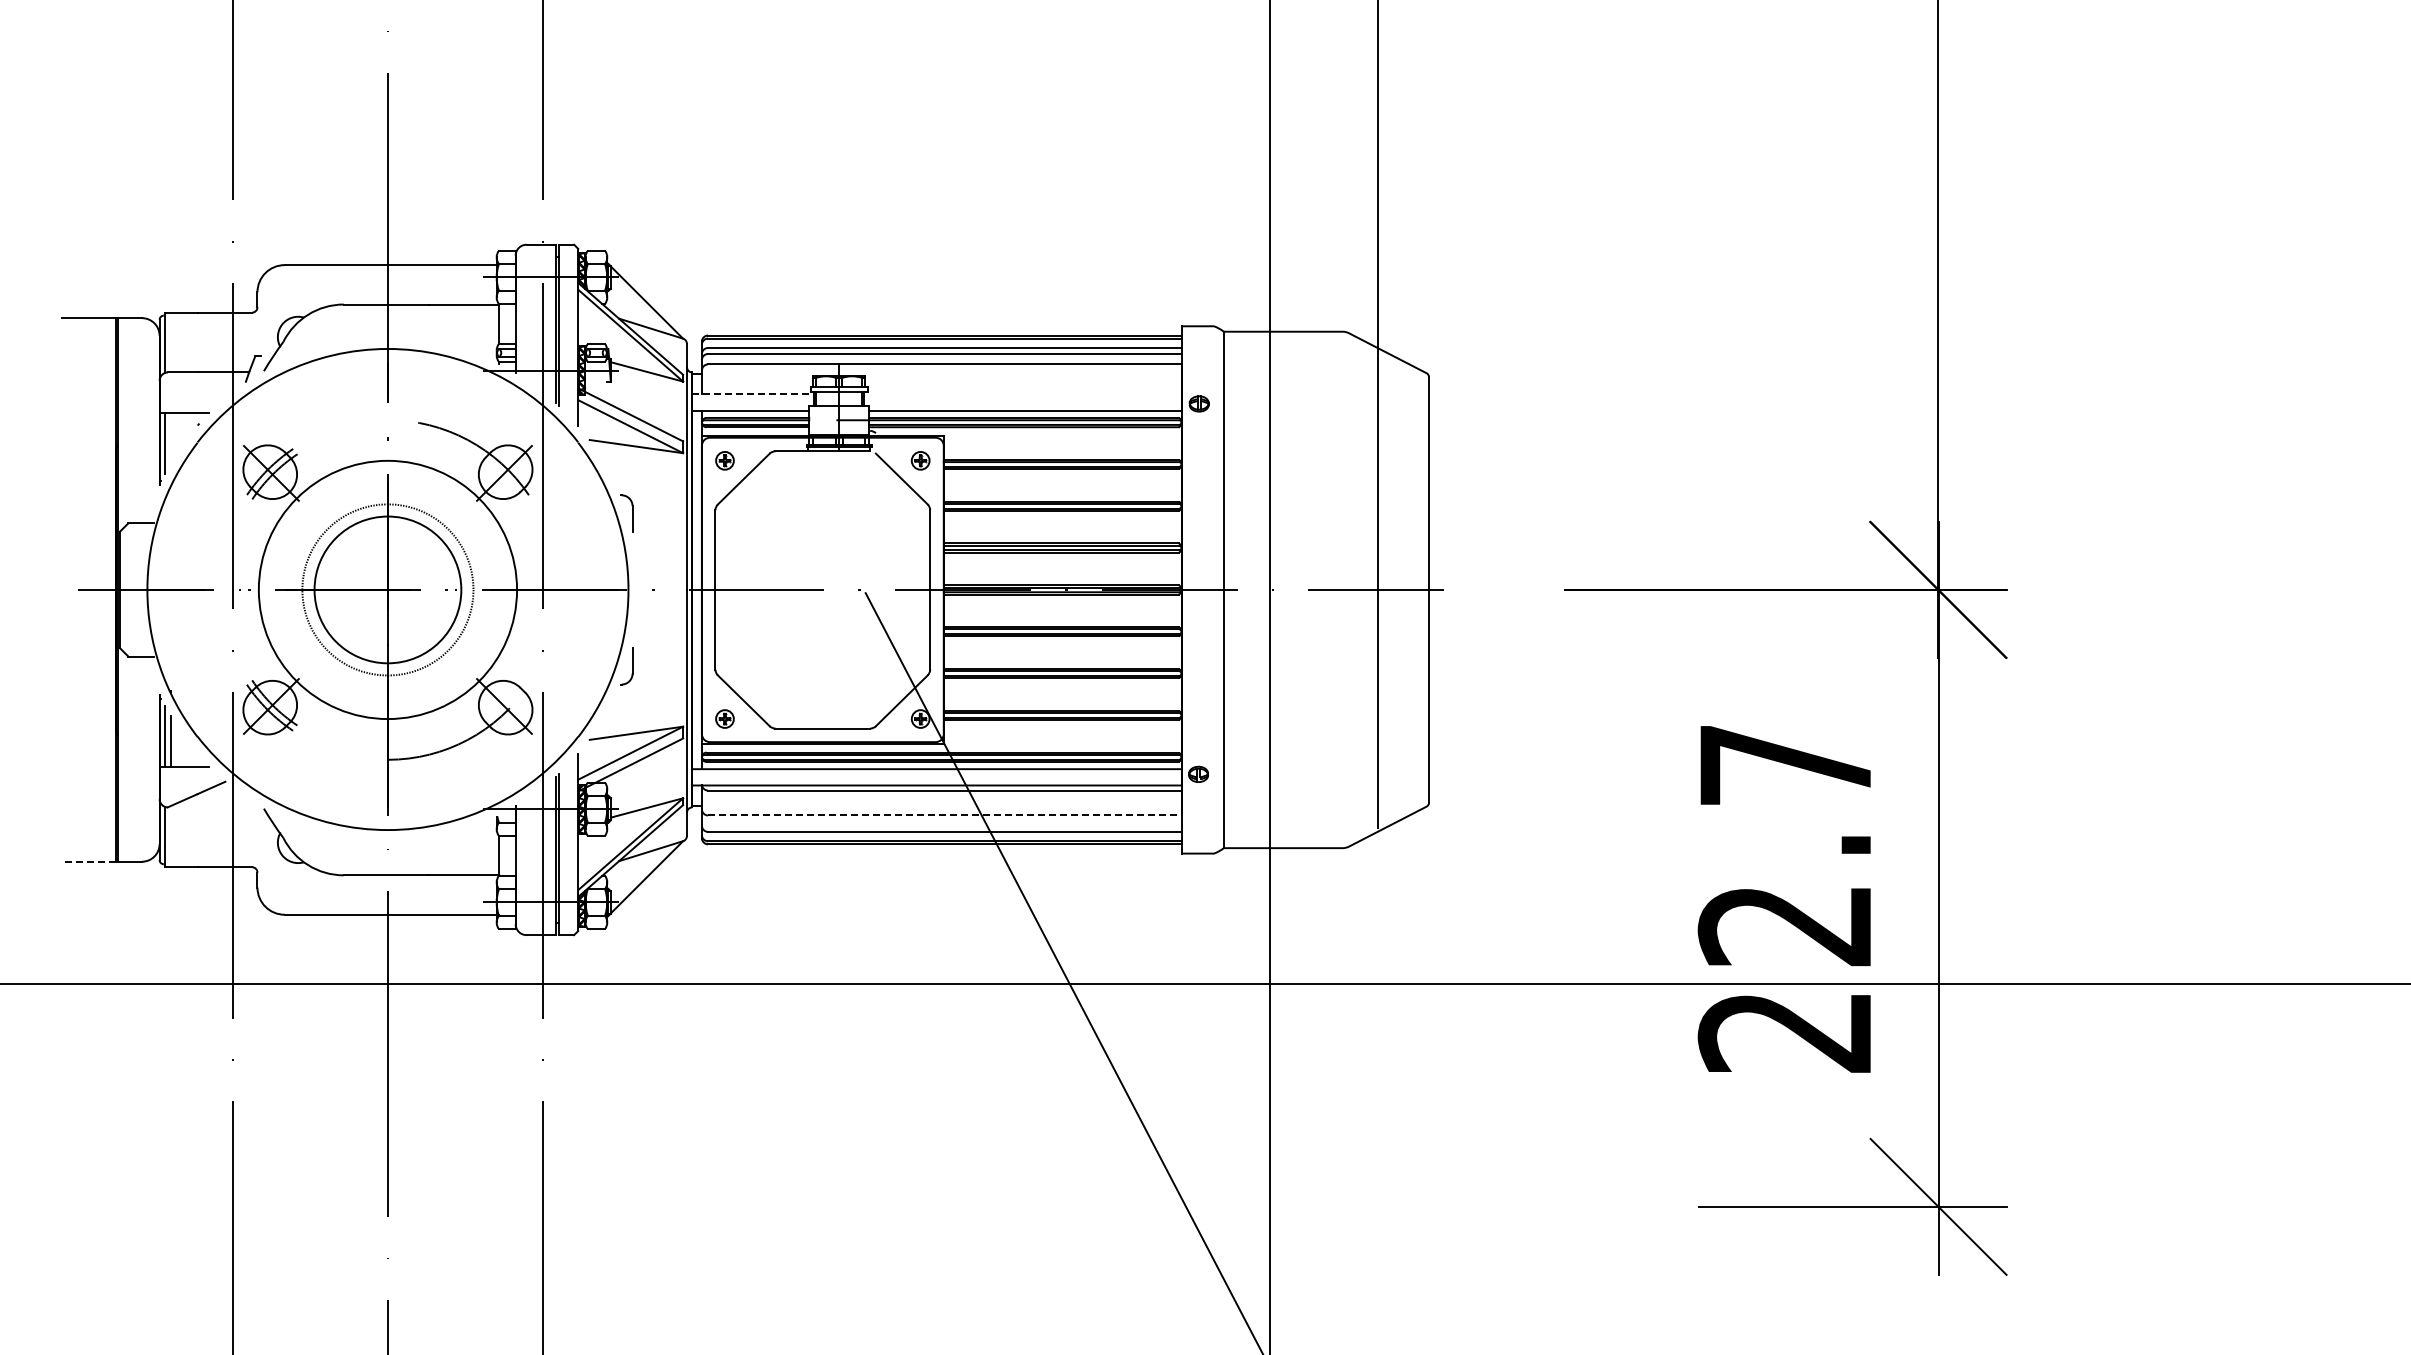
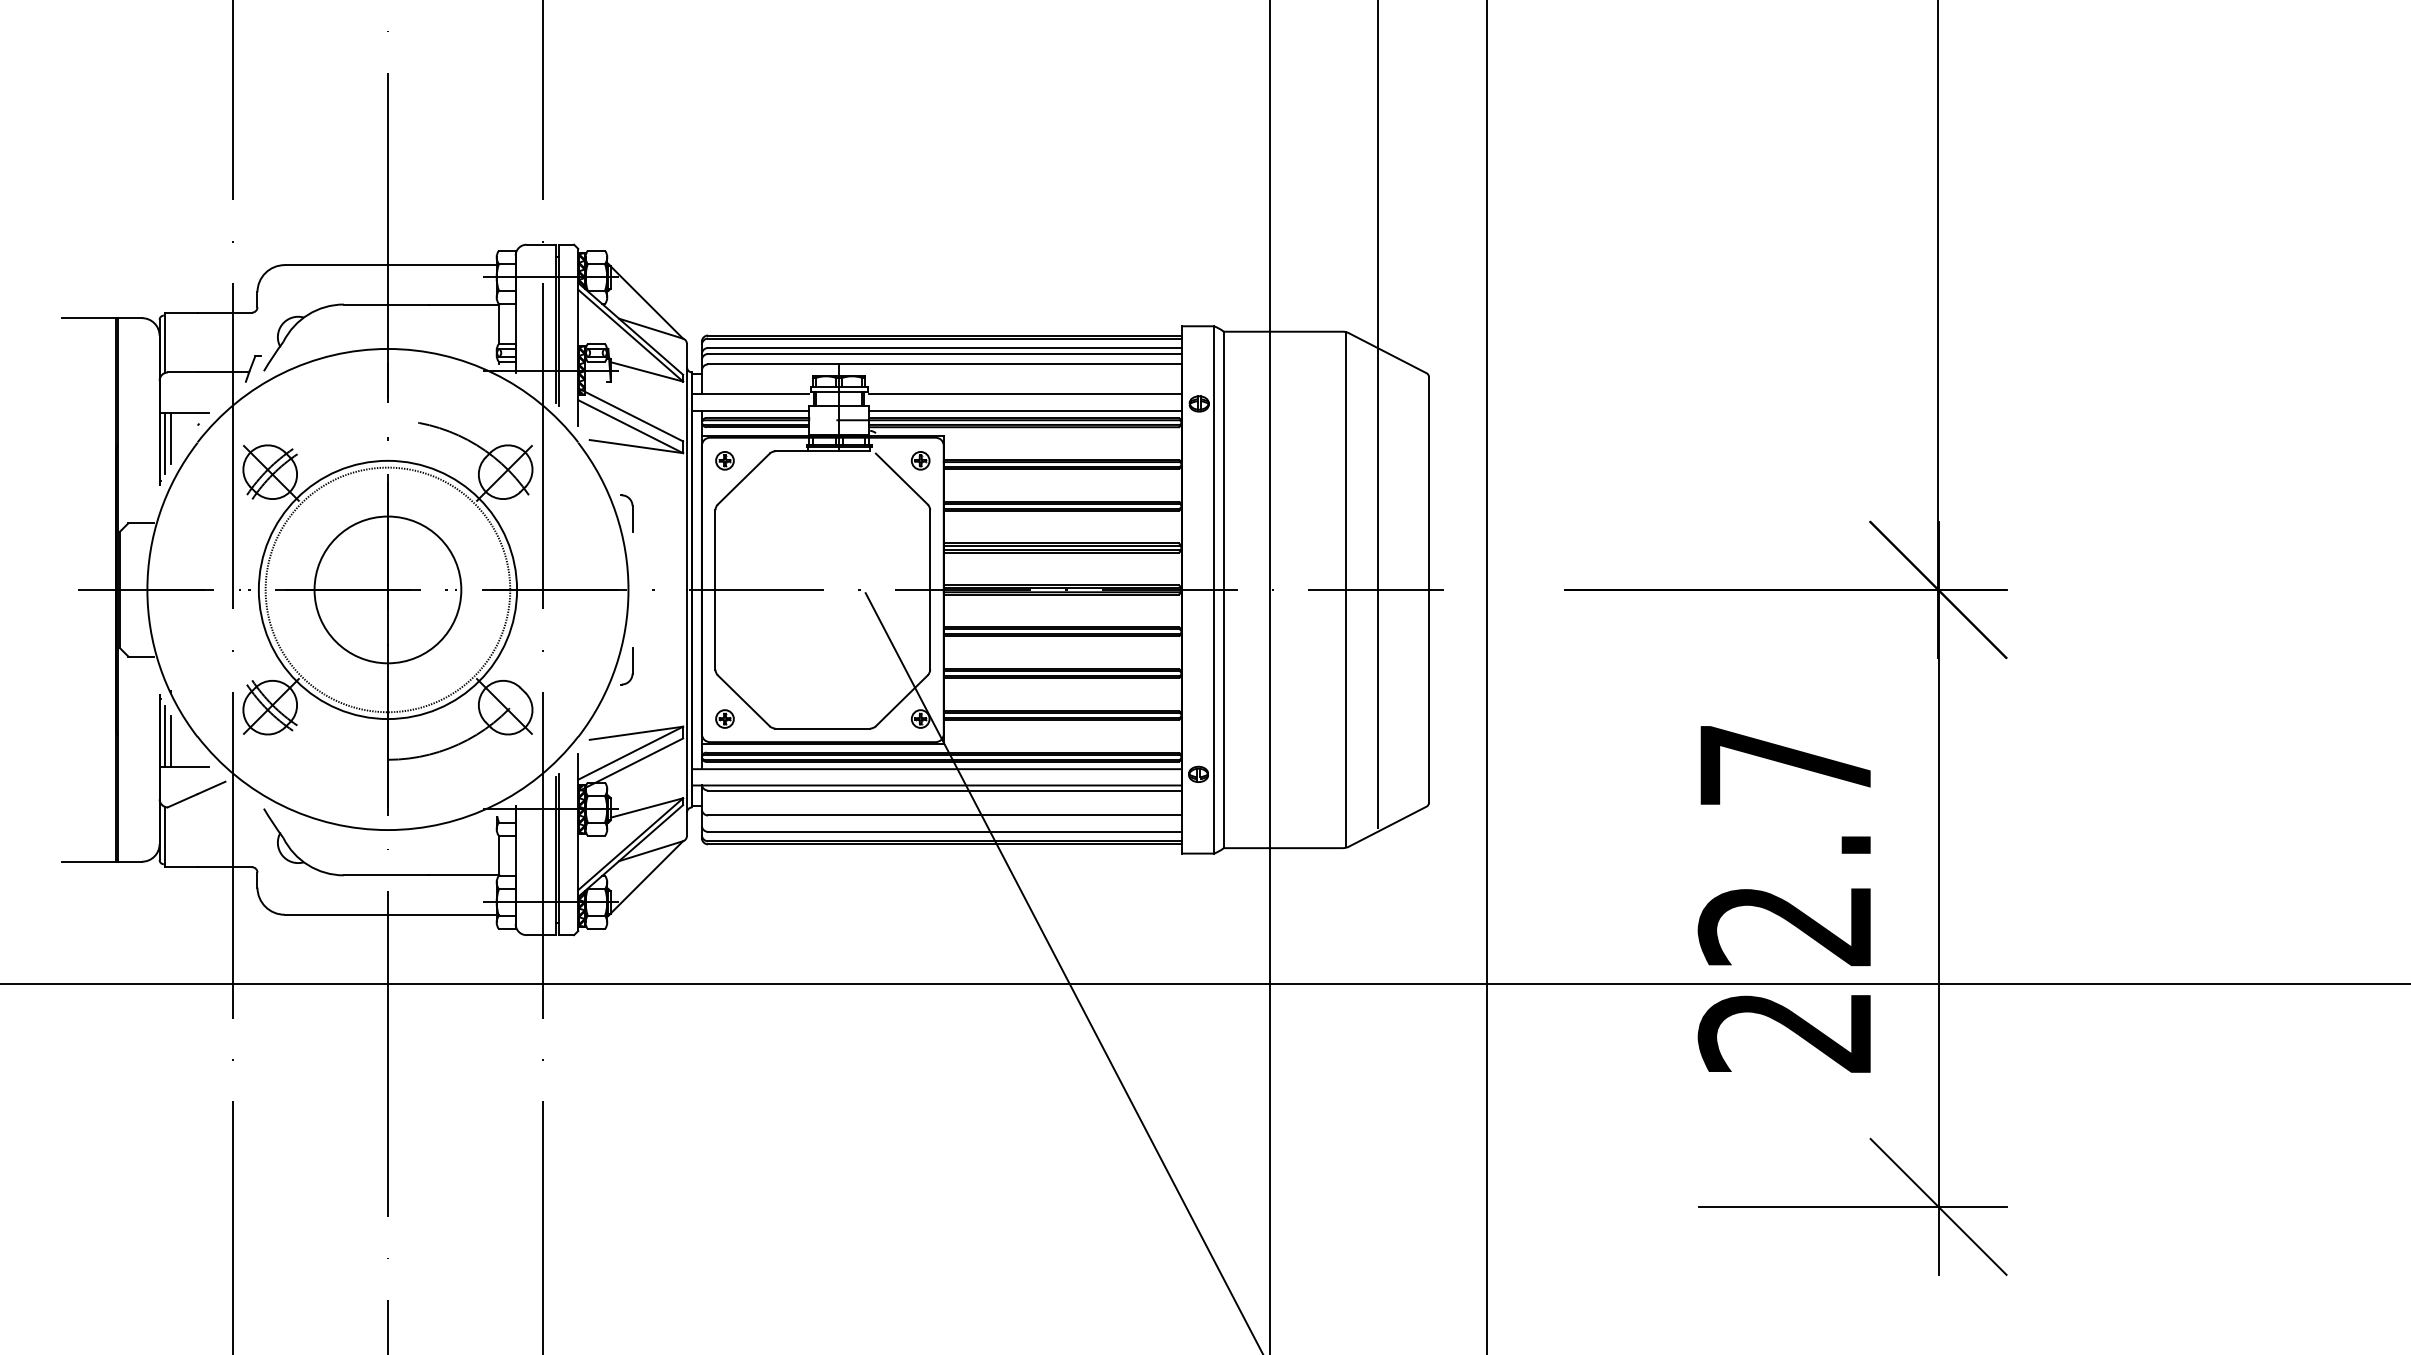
line at (750, 394): dashed -> solid
line at (1025, 394): none -> present
line at (170, 438): none -> present
circle at (387, 589) diameter: 171 px -> 245 px
line at (1213, 589): none -> present
line at (1345, 589): none -> present
line at (1486, 676): none -> present
line at (944, 815): dashed -> solid
line at (88, 861): dashed -> solid
